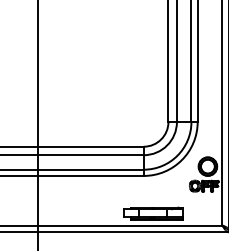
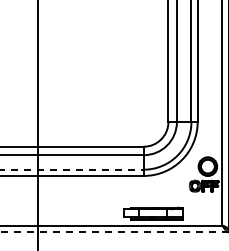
line at (72, 169): solid -> dashed
line at (114, 232): solid -> dashed
